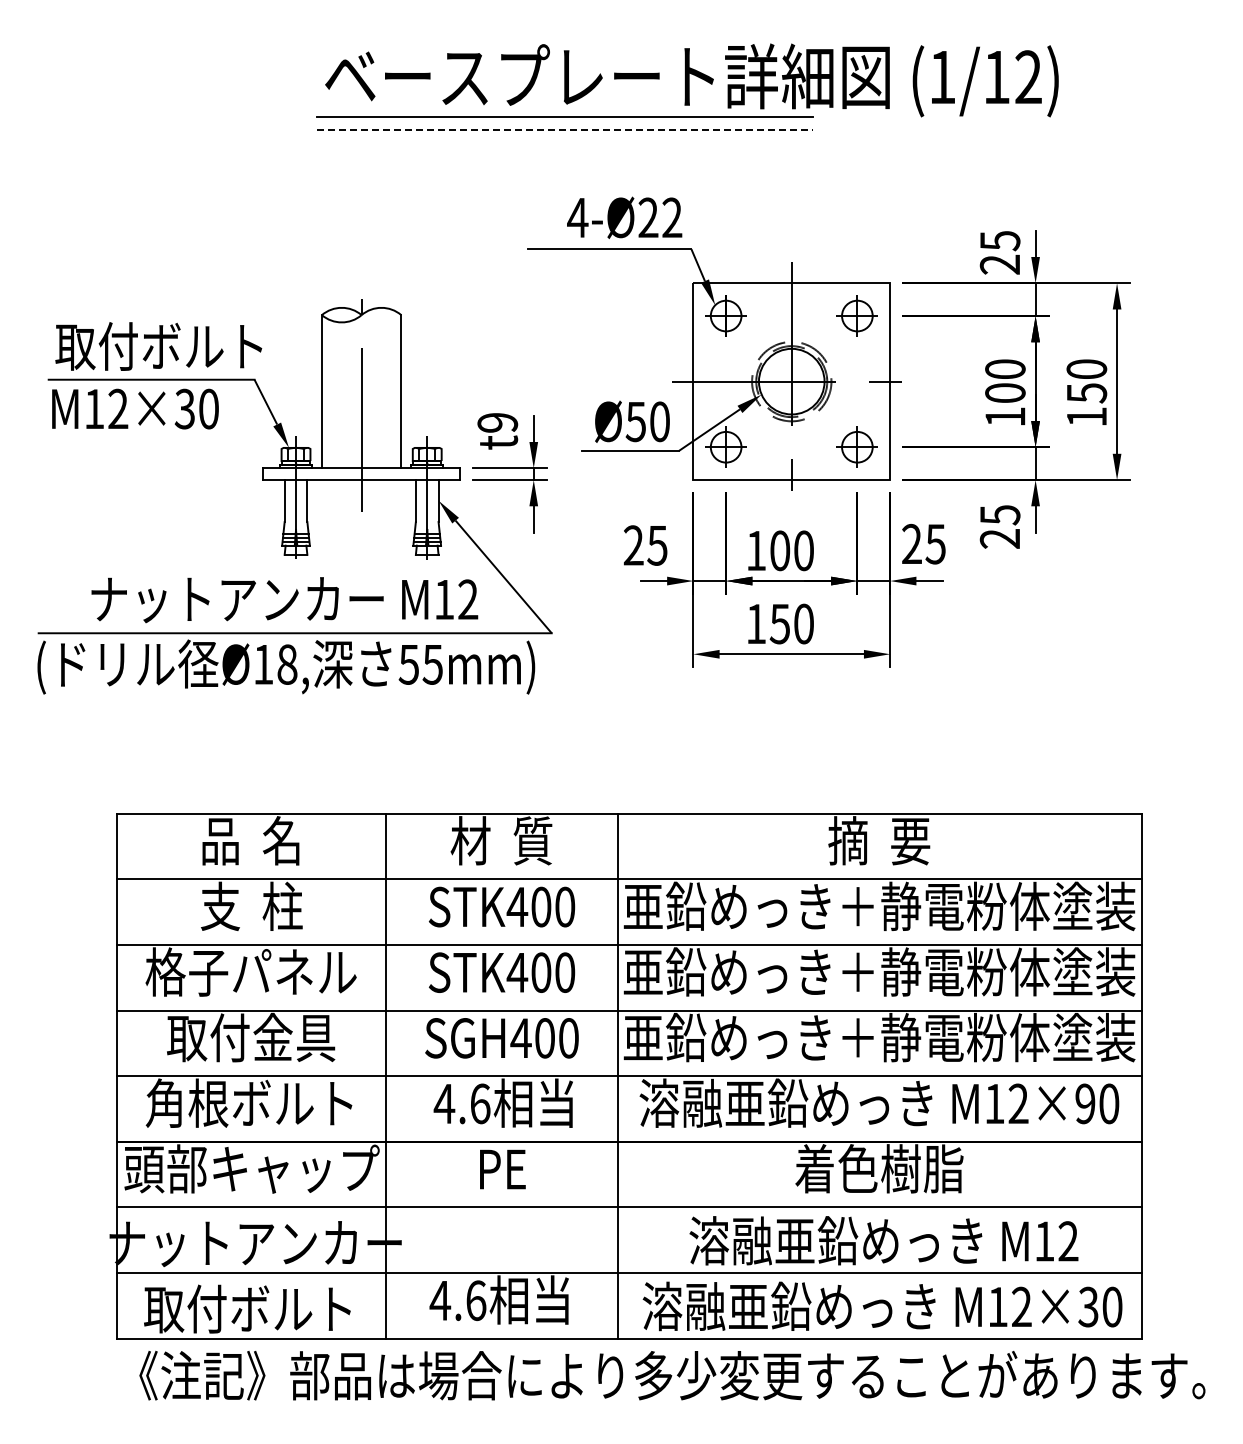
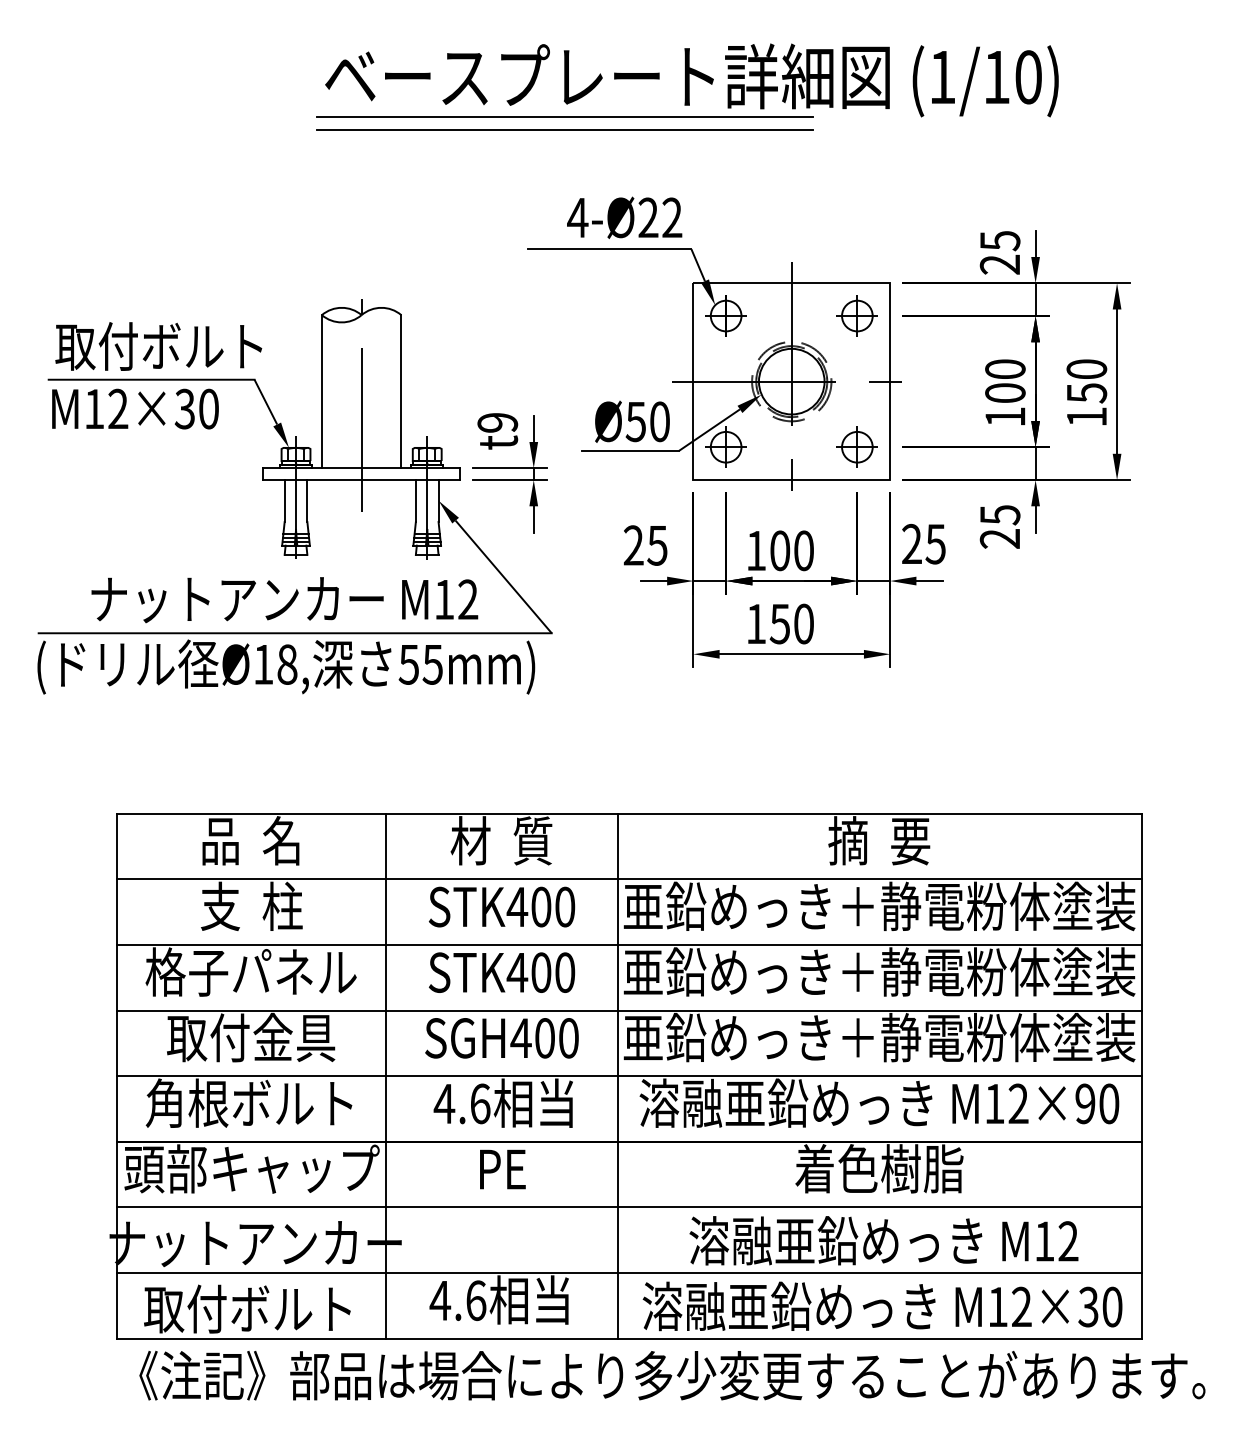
text at (1028, 77): (1/12) -> (1/10)
line at (565, 129): dashed -> solid
